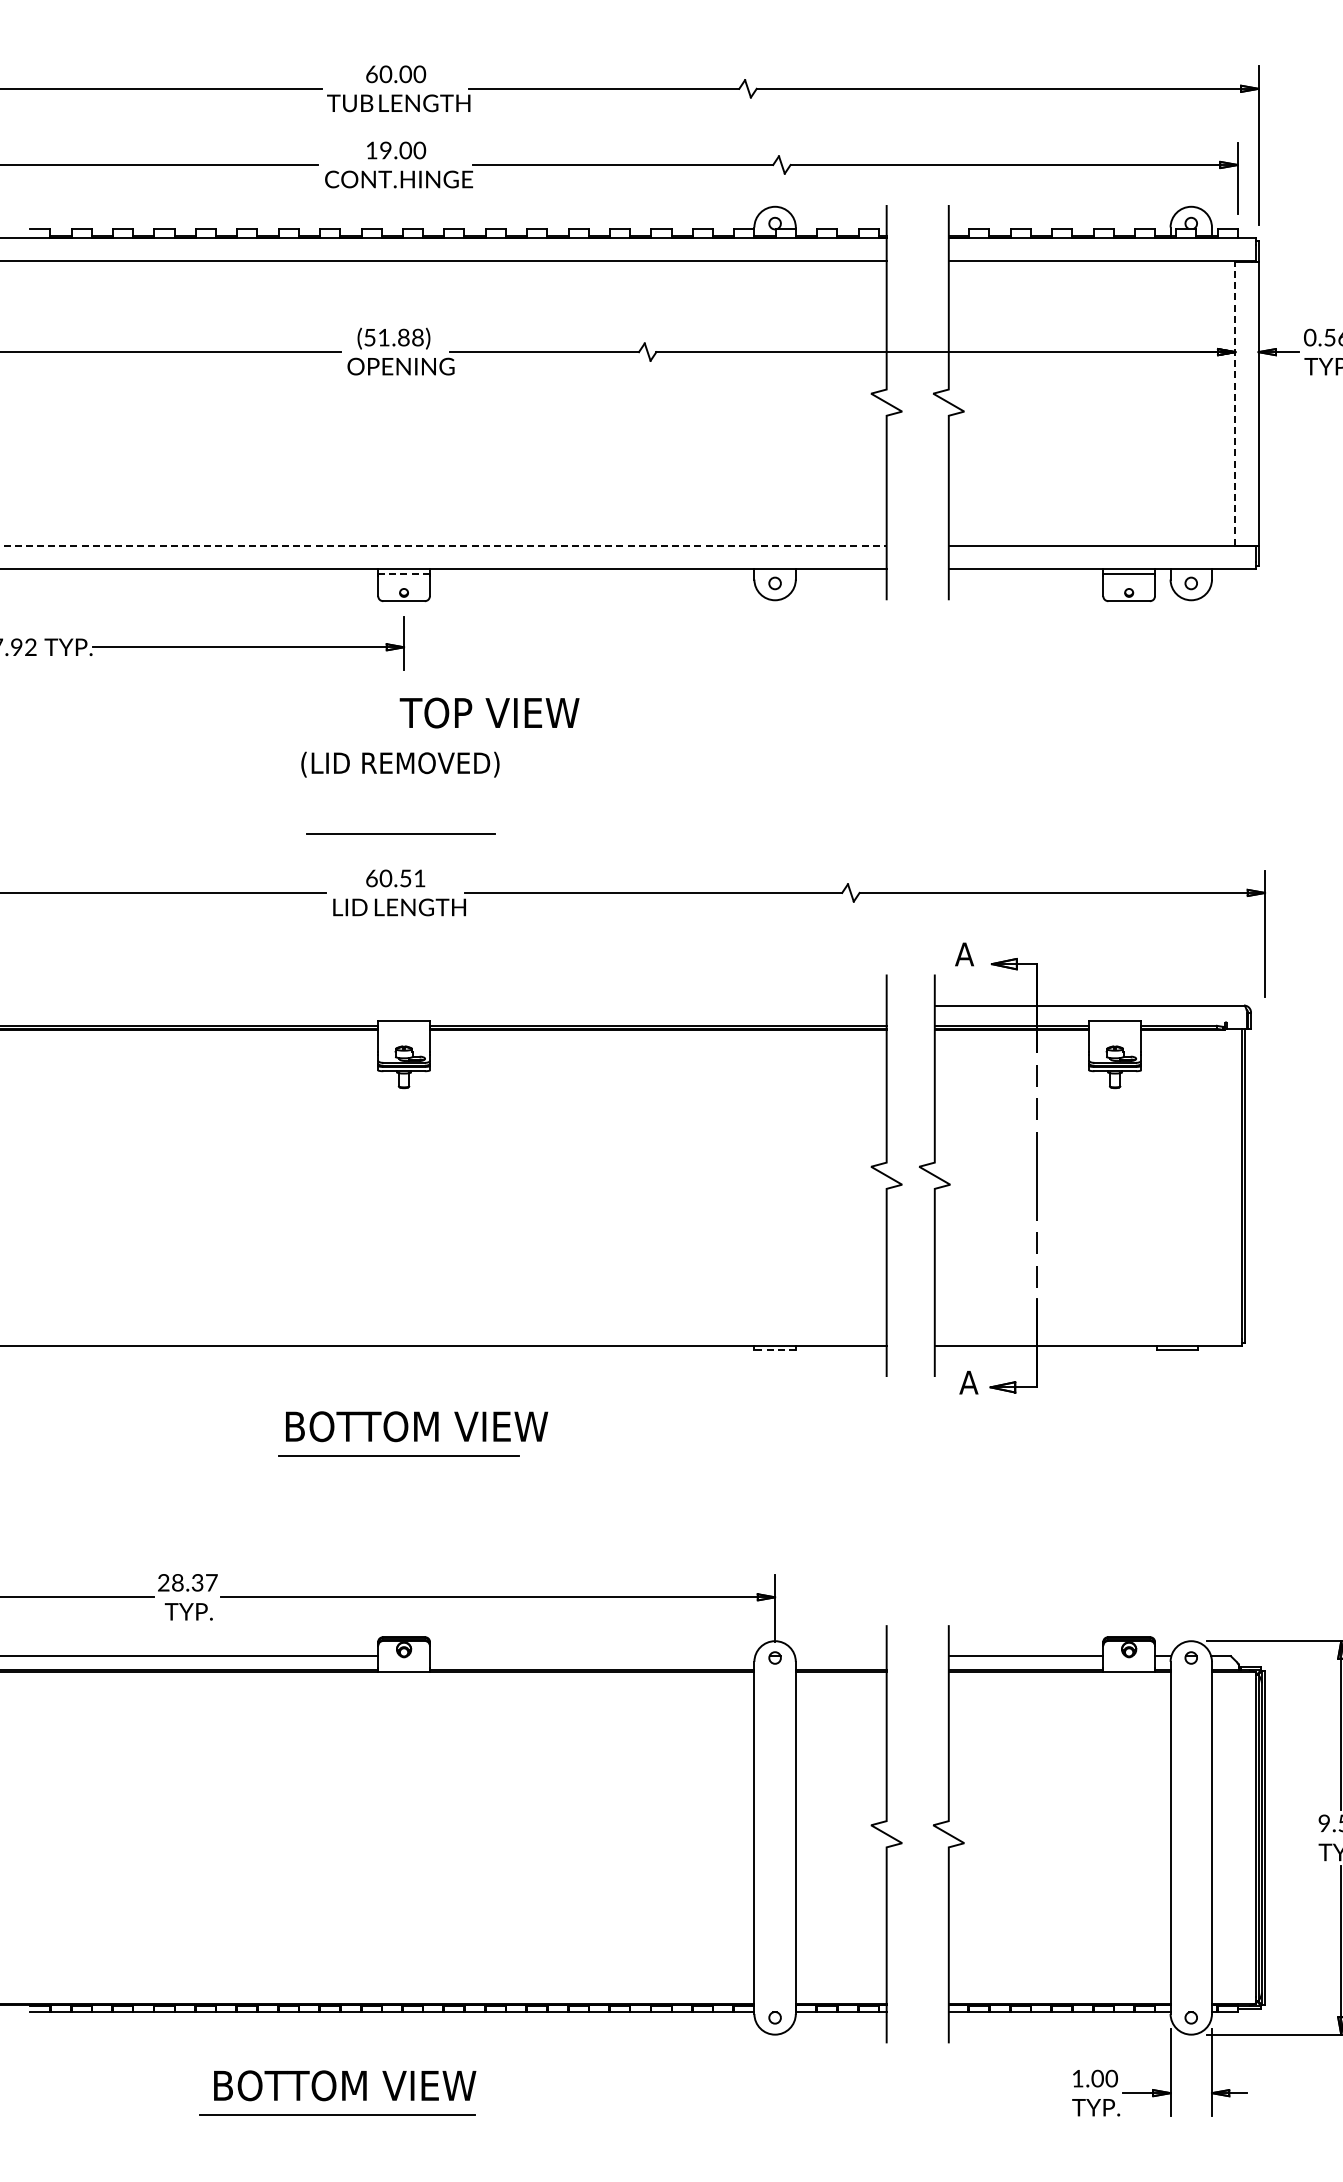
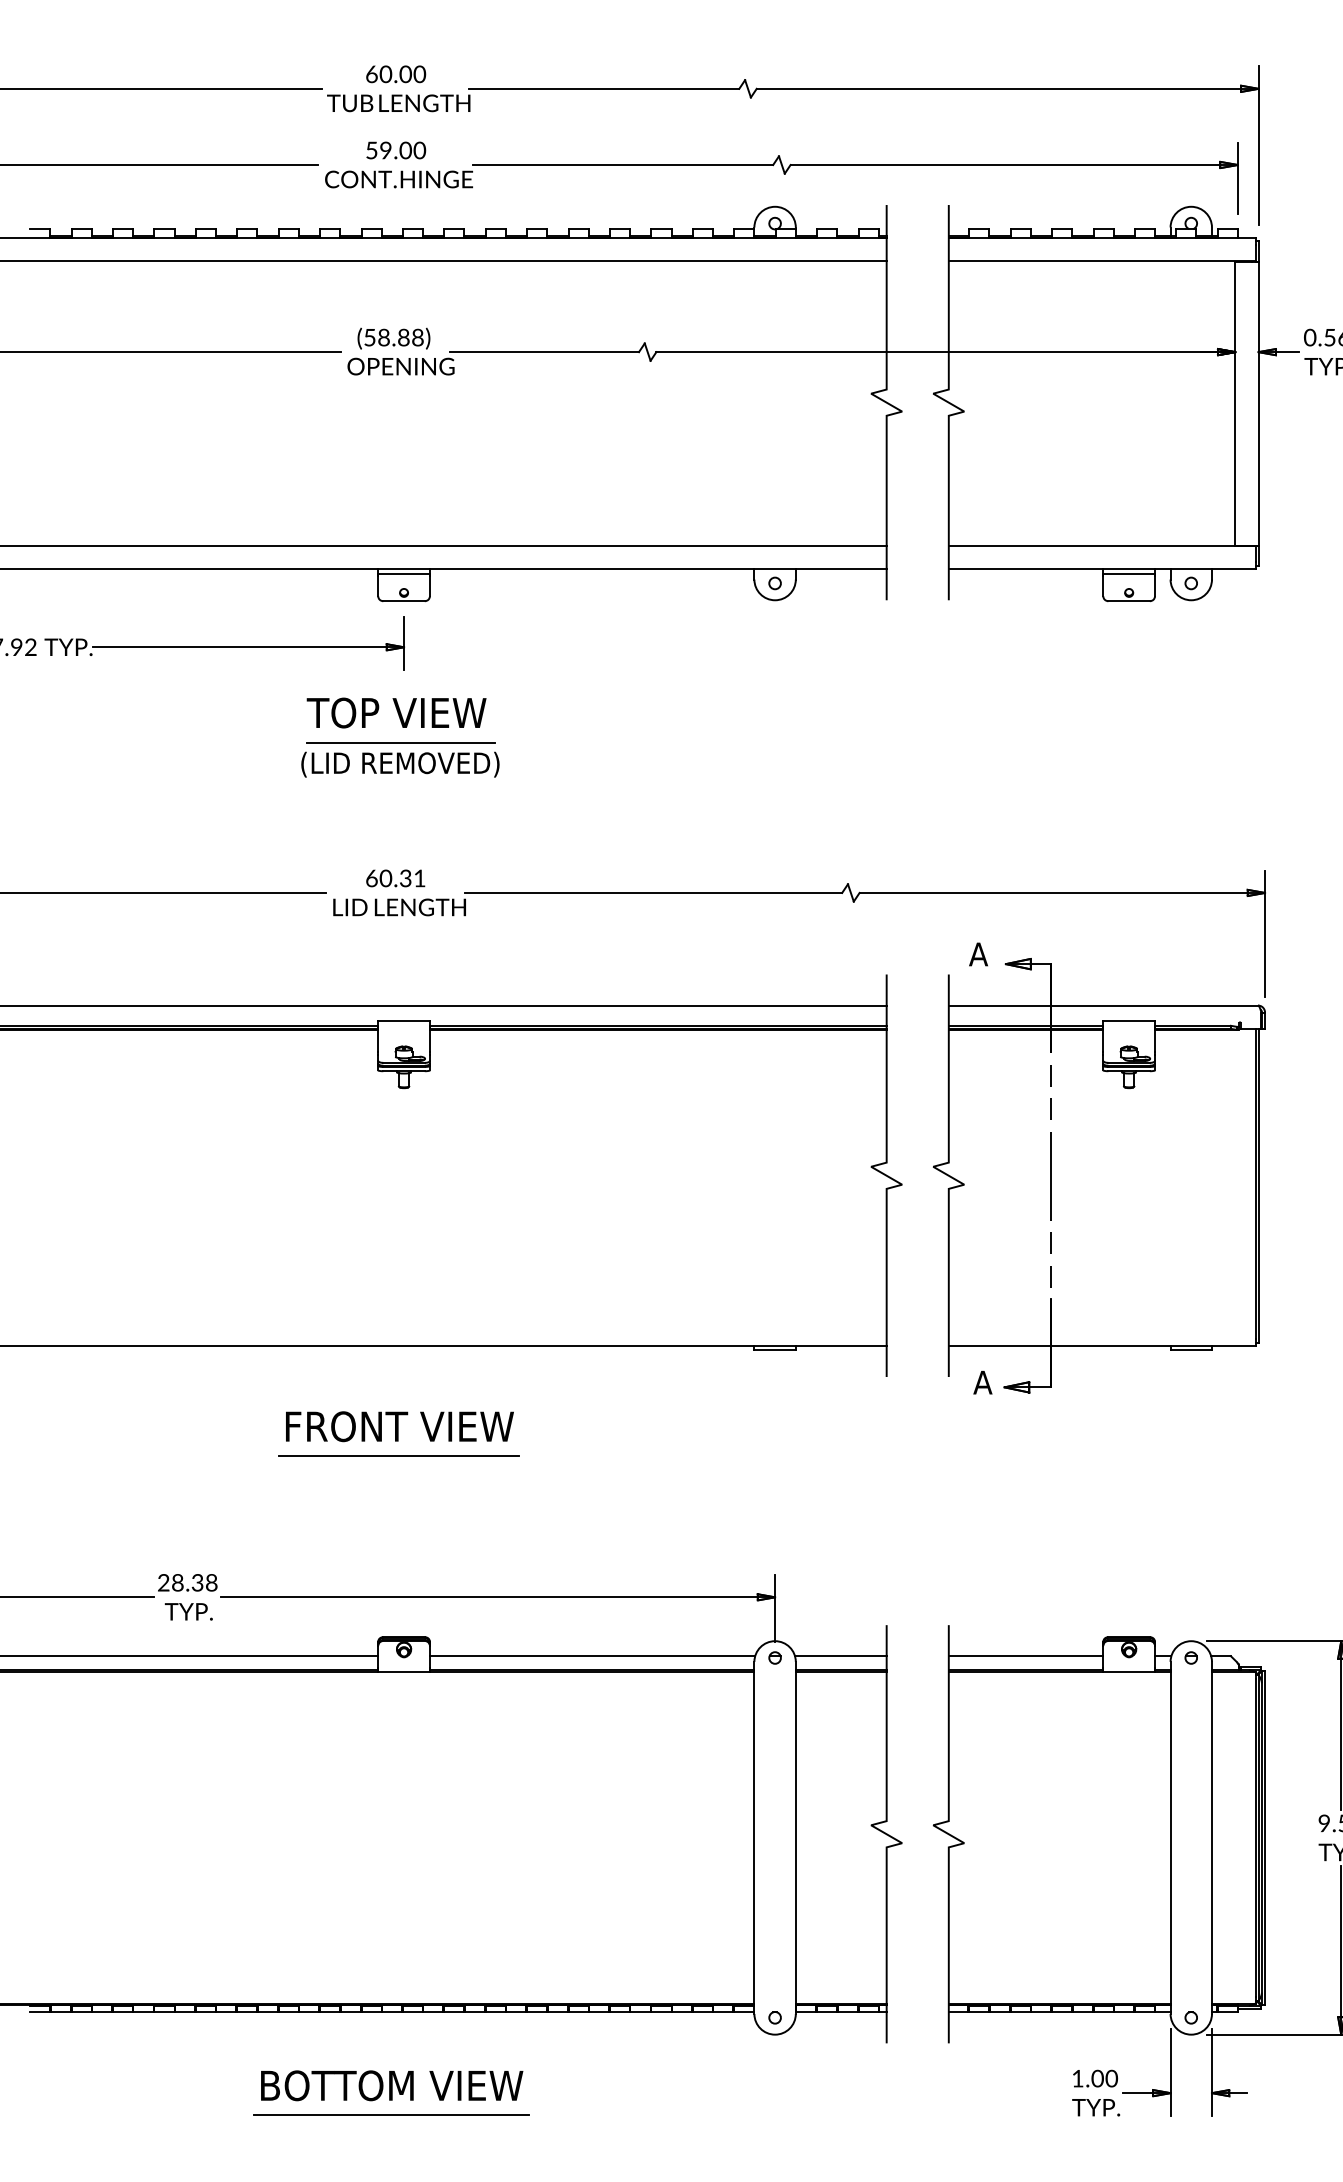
text at (371, 150): 19.00 -> 59.00
text at (383, 337): (51.88) -> (58.88)
line at (1235, 403): dashed -> solid
line at (443, 545): dashed -> solid
line at (404, 573): dashed -> solid
text at (489, 712) position: (489, 712) -> (396, 712)
line at (400, 833) position: (400, 833) -> (400, 742)
text at (405, 878): 60.51 -> 60.31
line at (444, 1005): none -> present
part at (1085, 1168) position: (1085, 1168) -> (1099, 1168)
line at (775, 1350): dashed -> solid
text at (418, 1426): BOTTOM VIEW -> FRONT VIEW
text at (211, 1582): 28.37 -> 28.38
line at (592, 1656): none -> present
line at (840, 1656): none -> present
text at (345, 2085) position: (345, 2085) -> (392, 2085)
line at (337, 2114) position: (337, 2114) -> (391, 2114)
